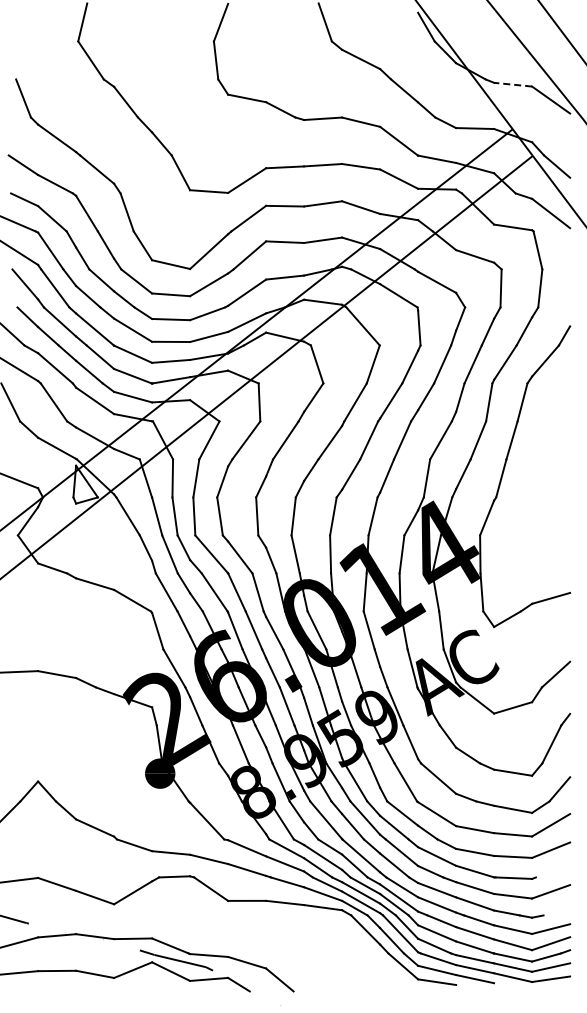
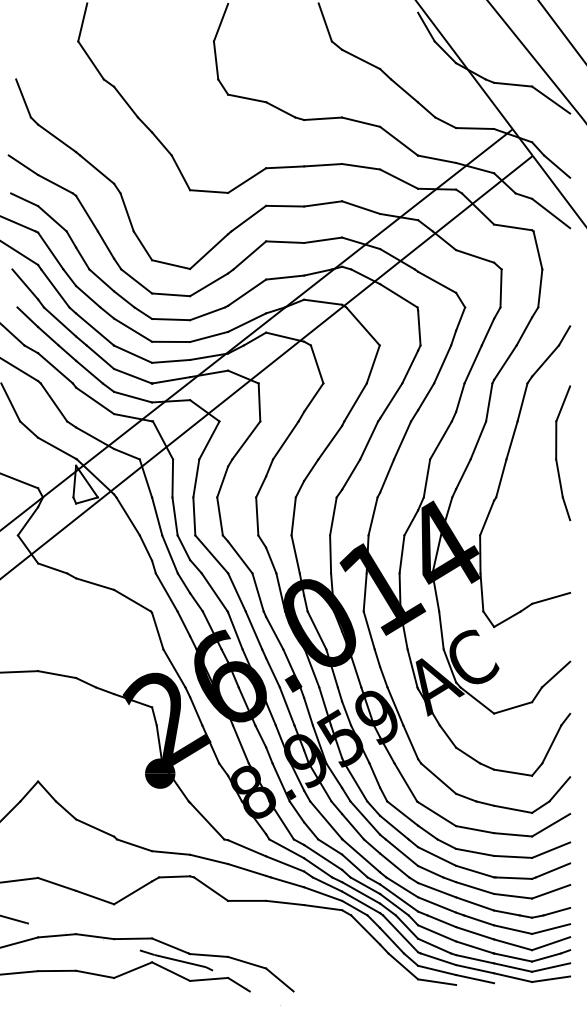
line at (512, 84): dashed -> solid
part at (563, 453): none -> present
line at (552, 870): none -> present
line at (556, 911): none -> present
